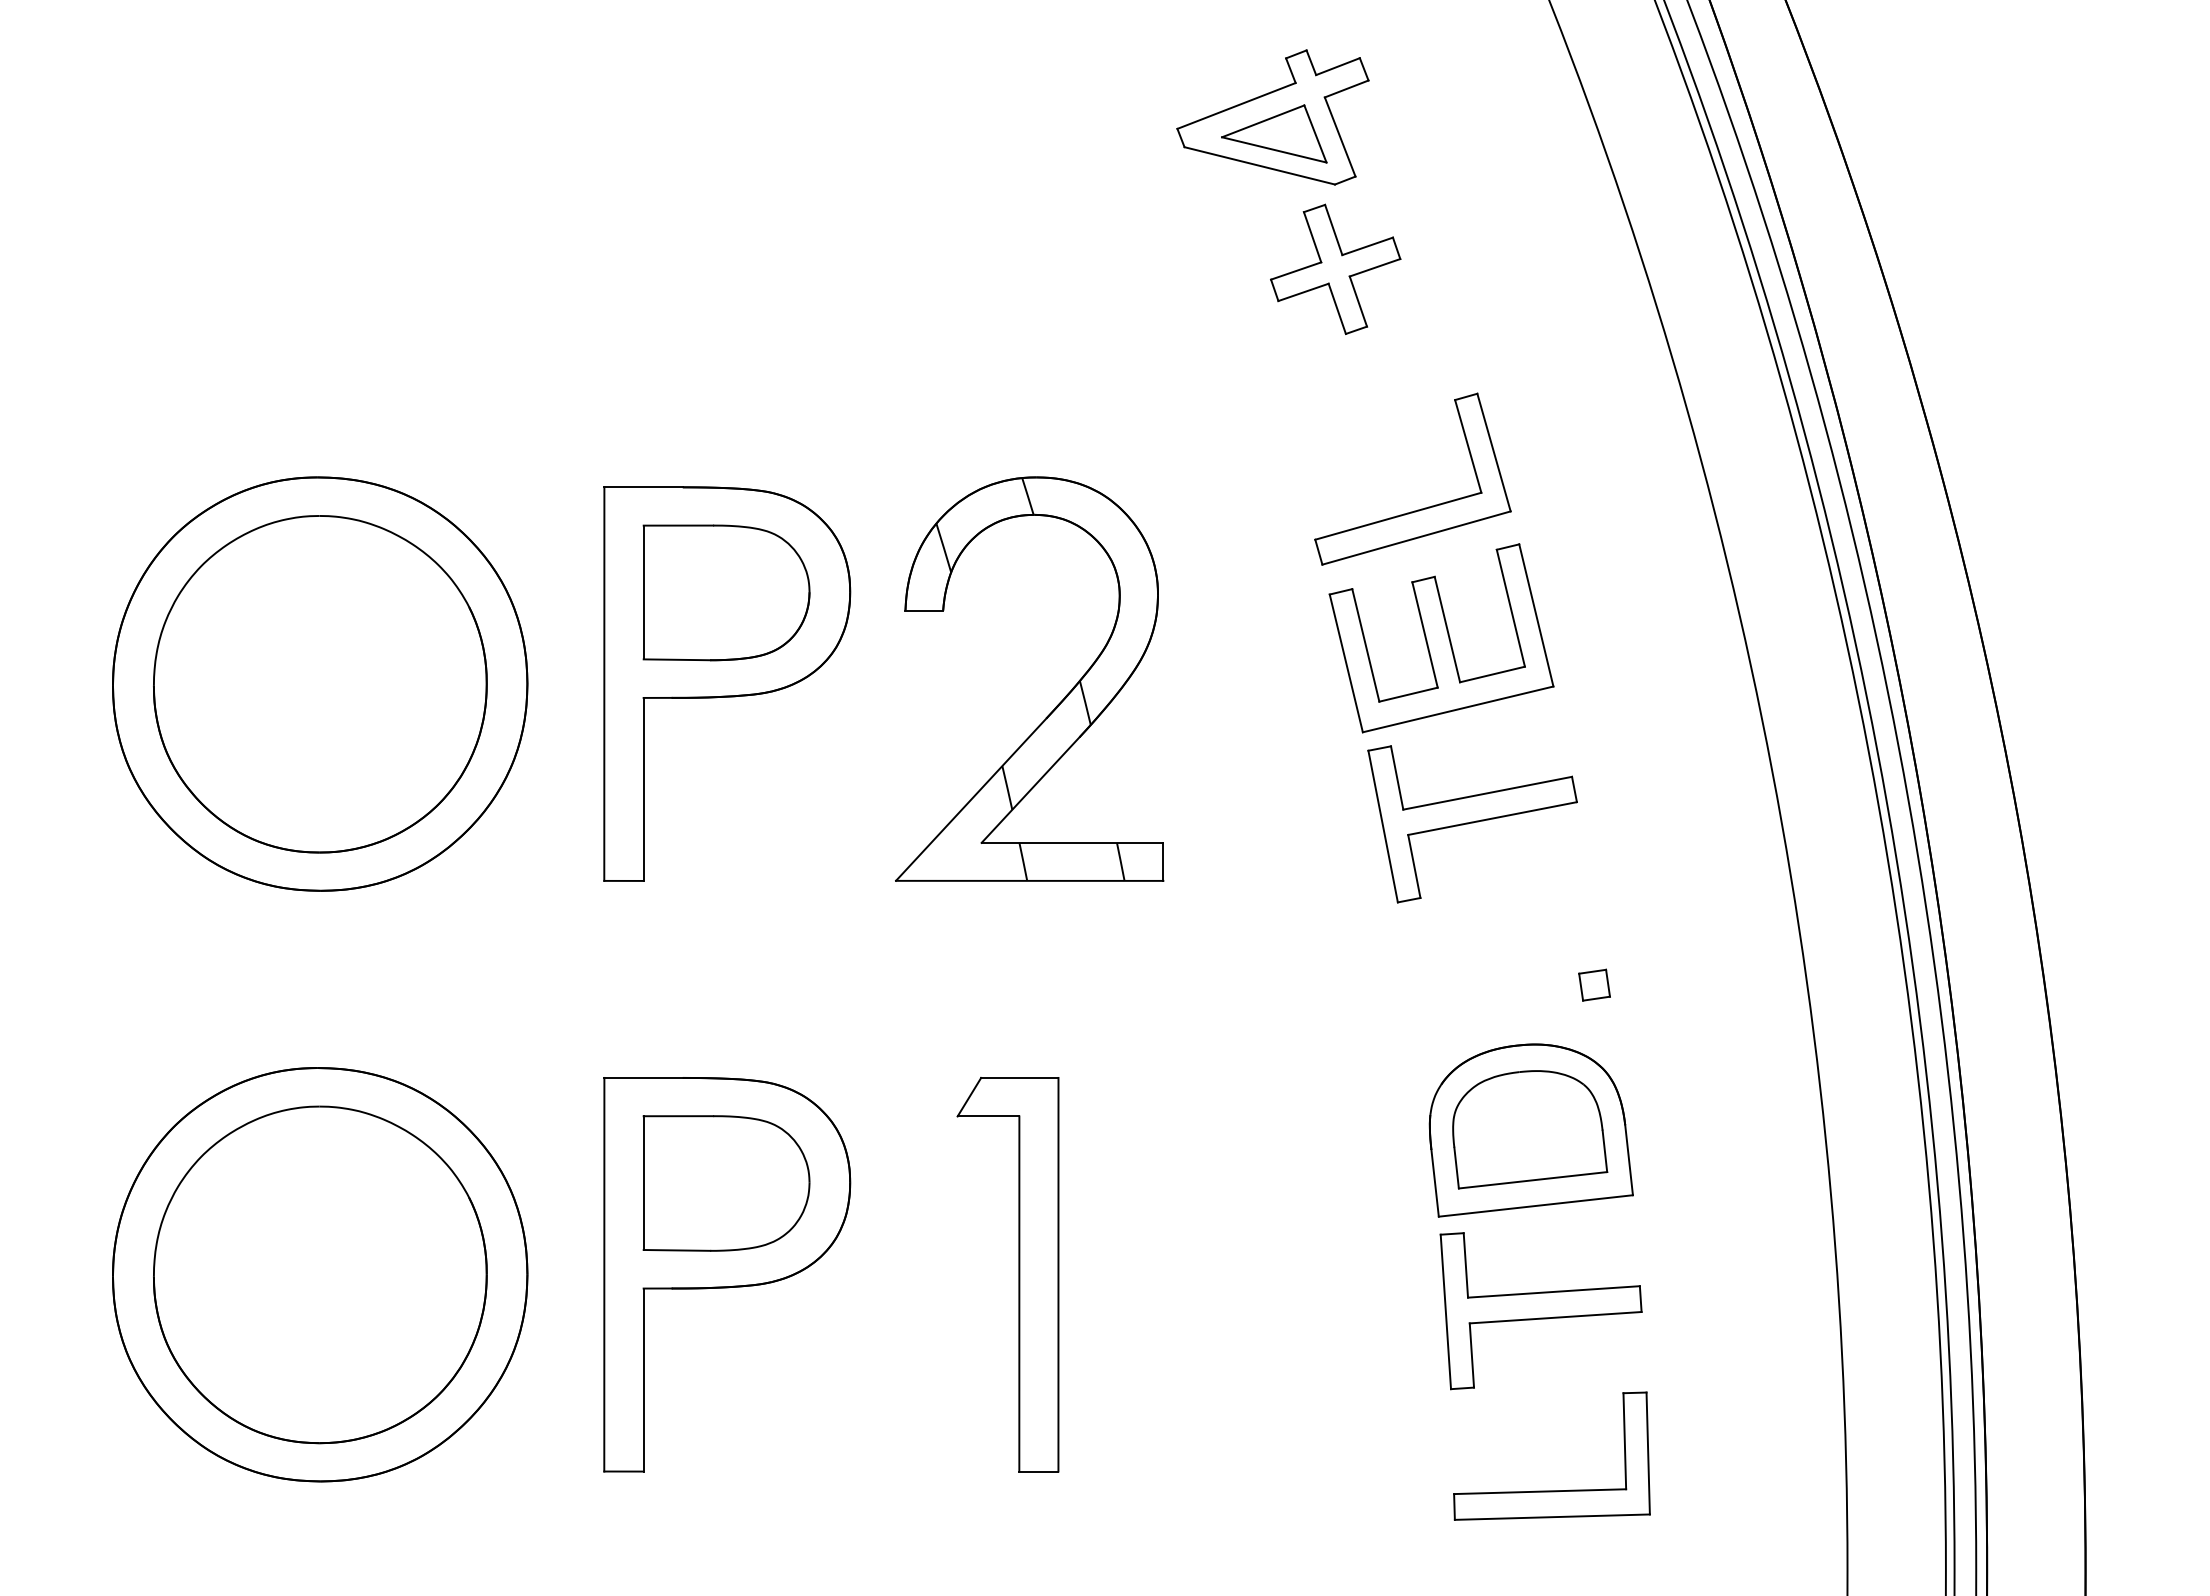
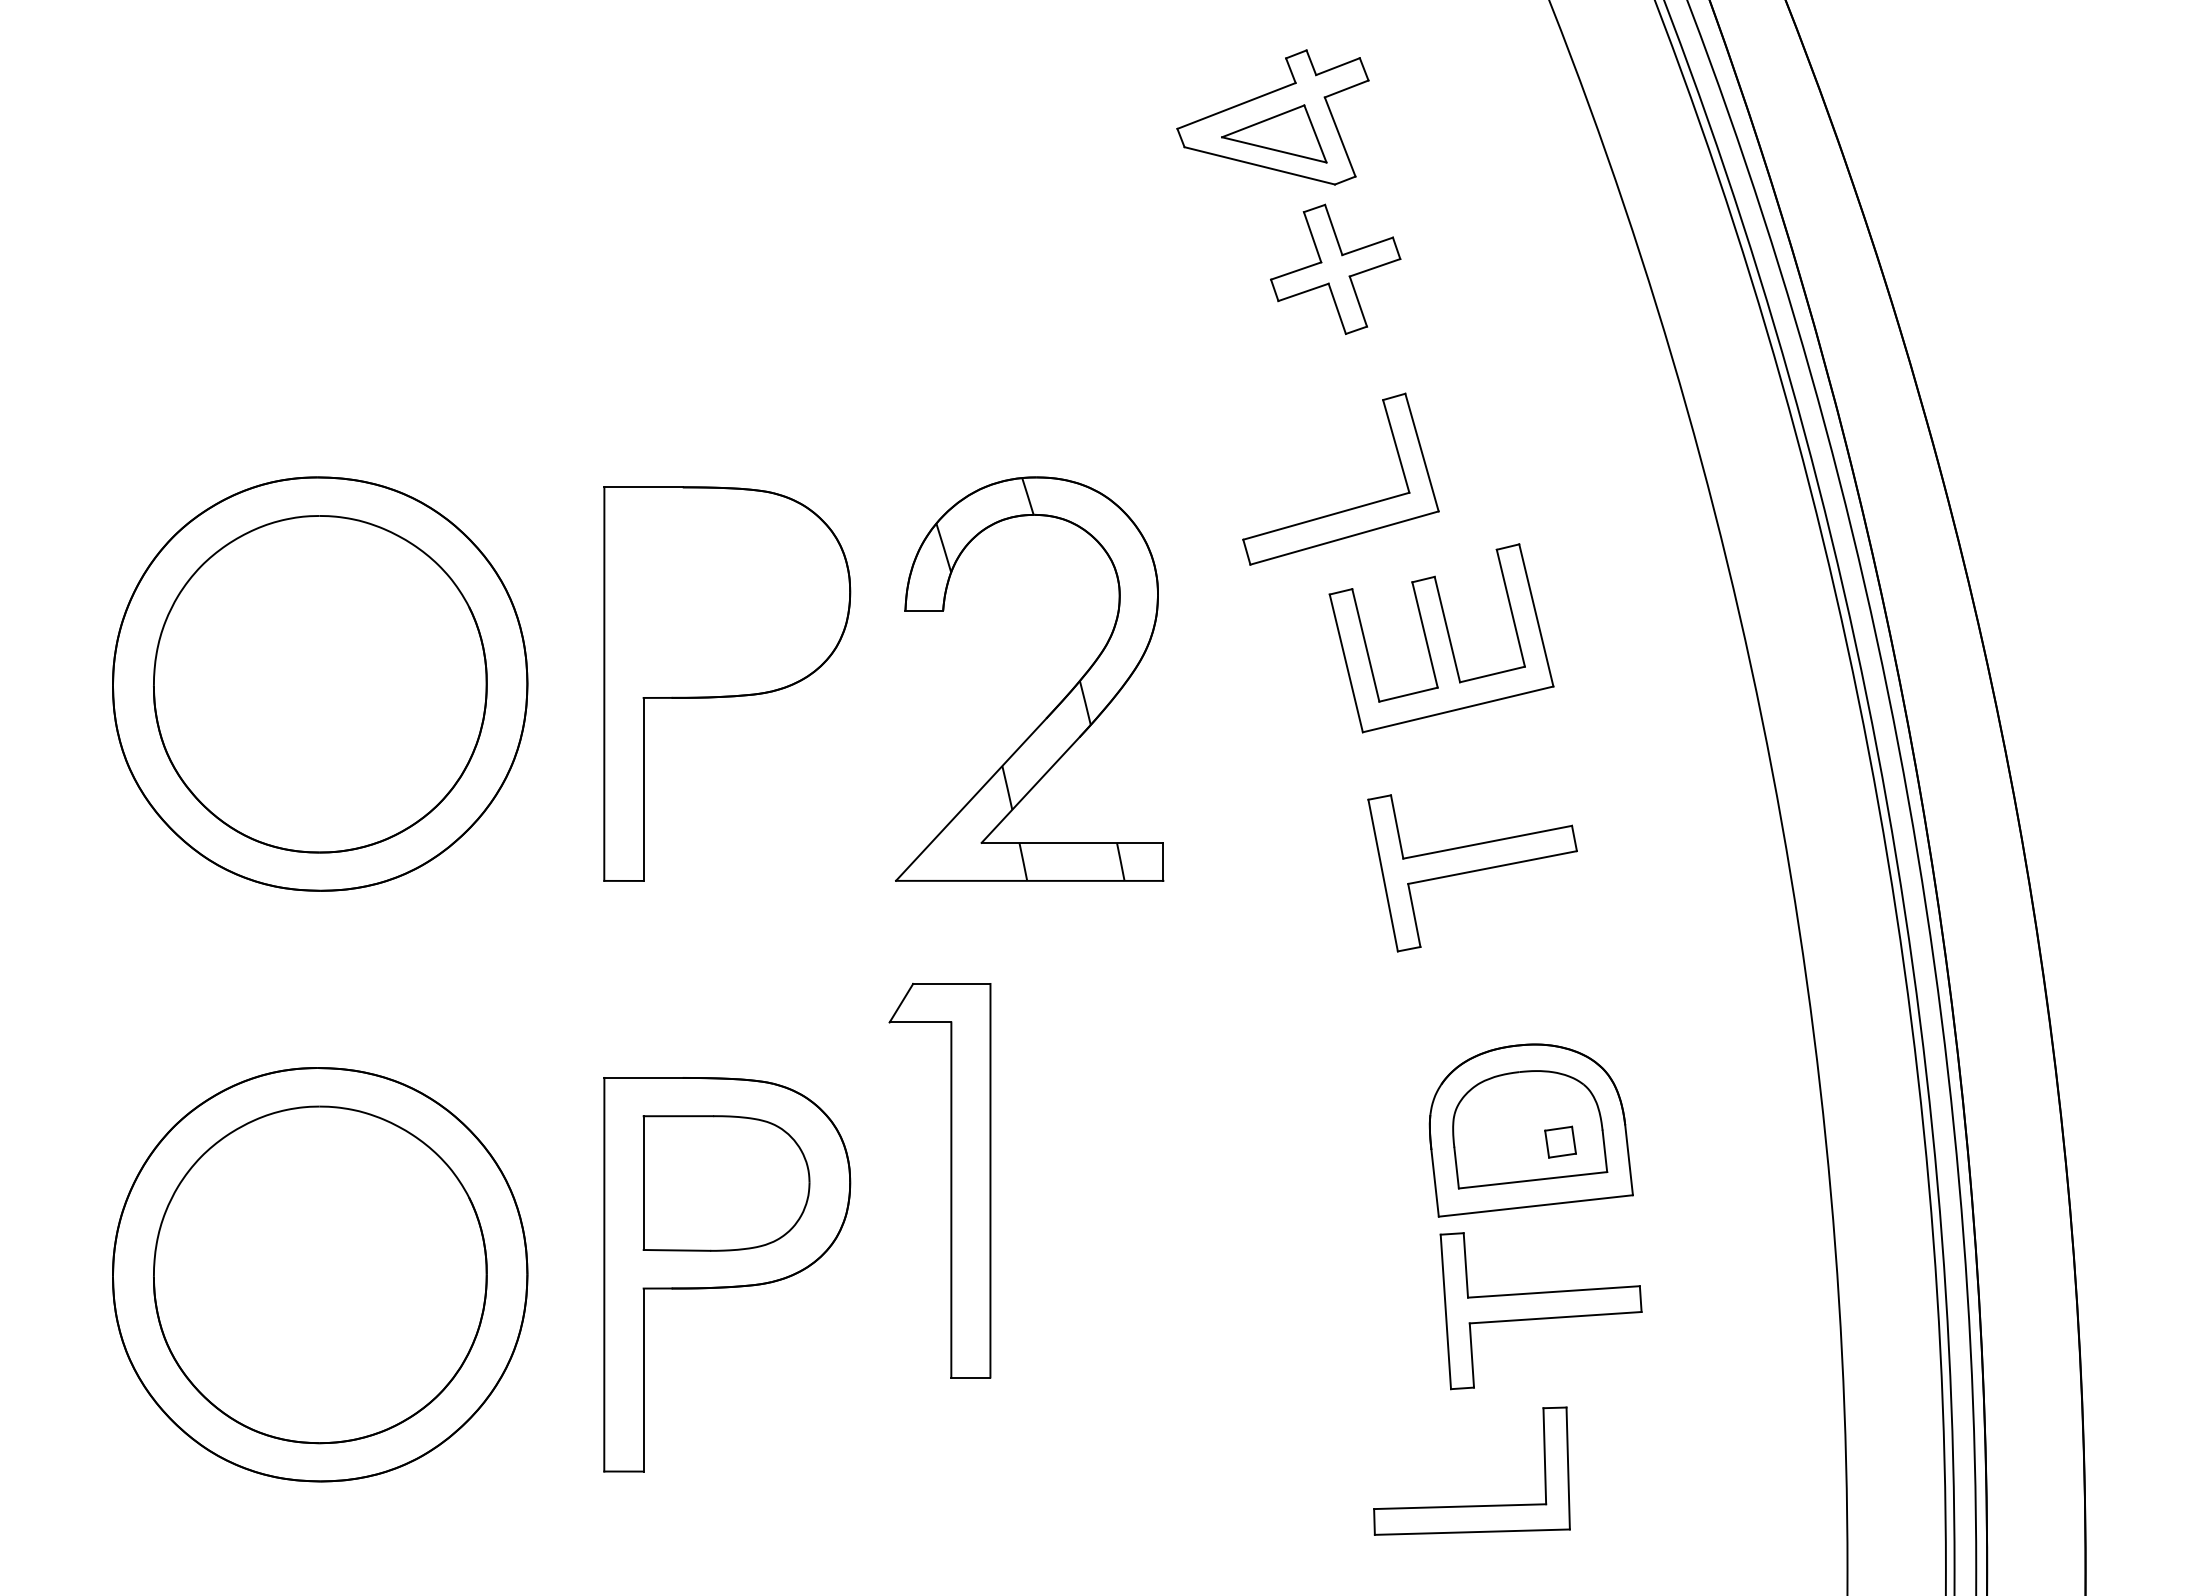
part at (1421, 508) position: (1421, 508) -> (1349, 508)
part at (726, 592): present -> none
part at (1472, 824) position: (1472, 824) -> (1472, 873)
part at (1594, 984) position: (1594, 984) -> (1560, 1141)
part at (1018, 1274) position: (1018, 1274) -> (950, 1180)
part at (1551, 1490) position: (1551, 1490) -> (1471, 1505)
